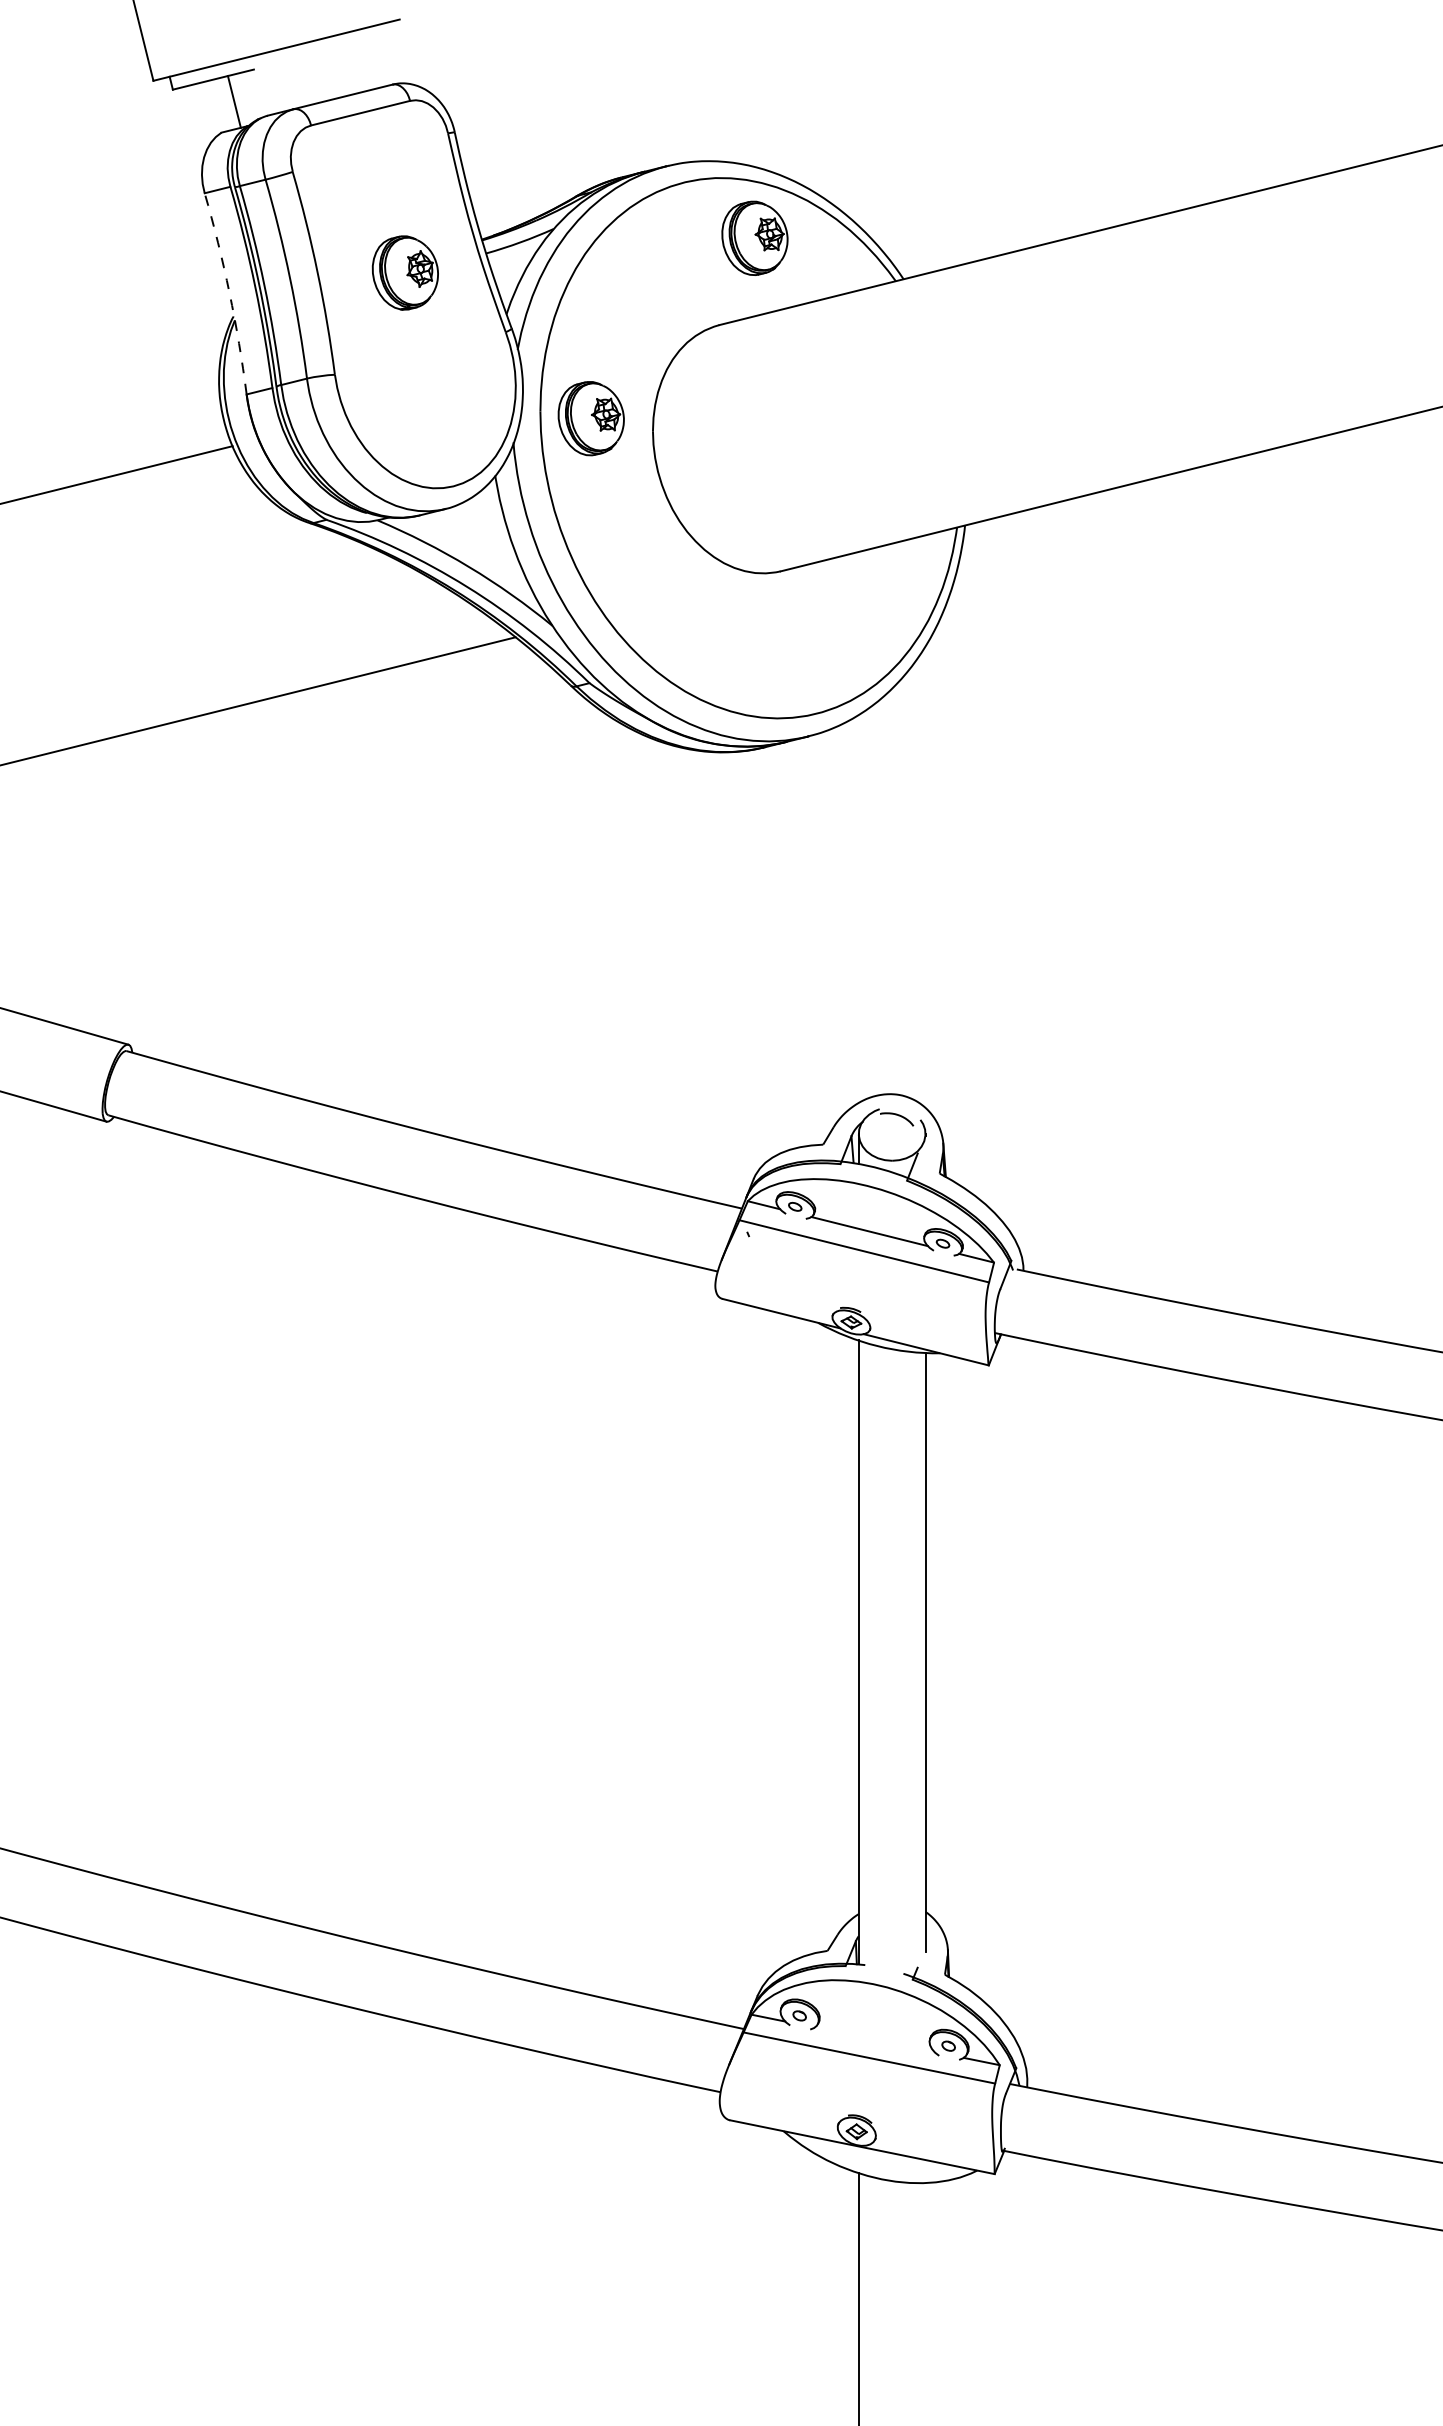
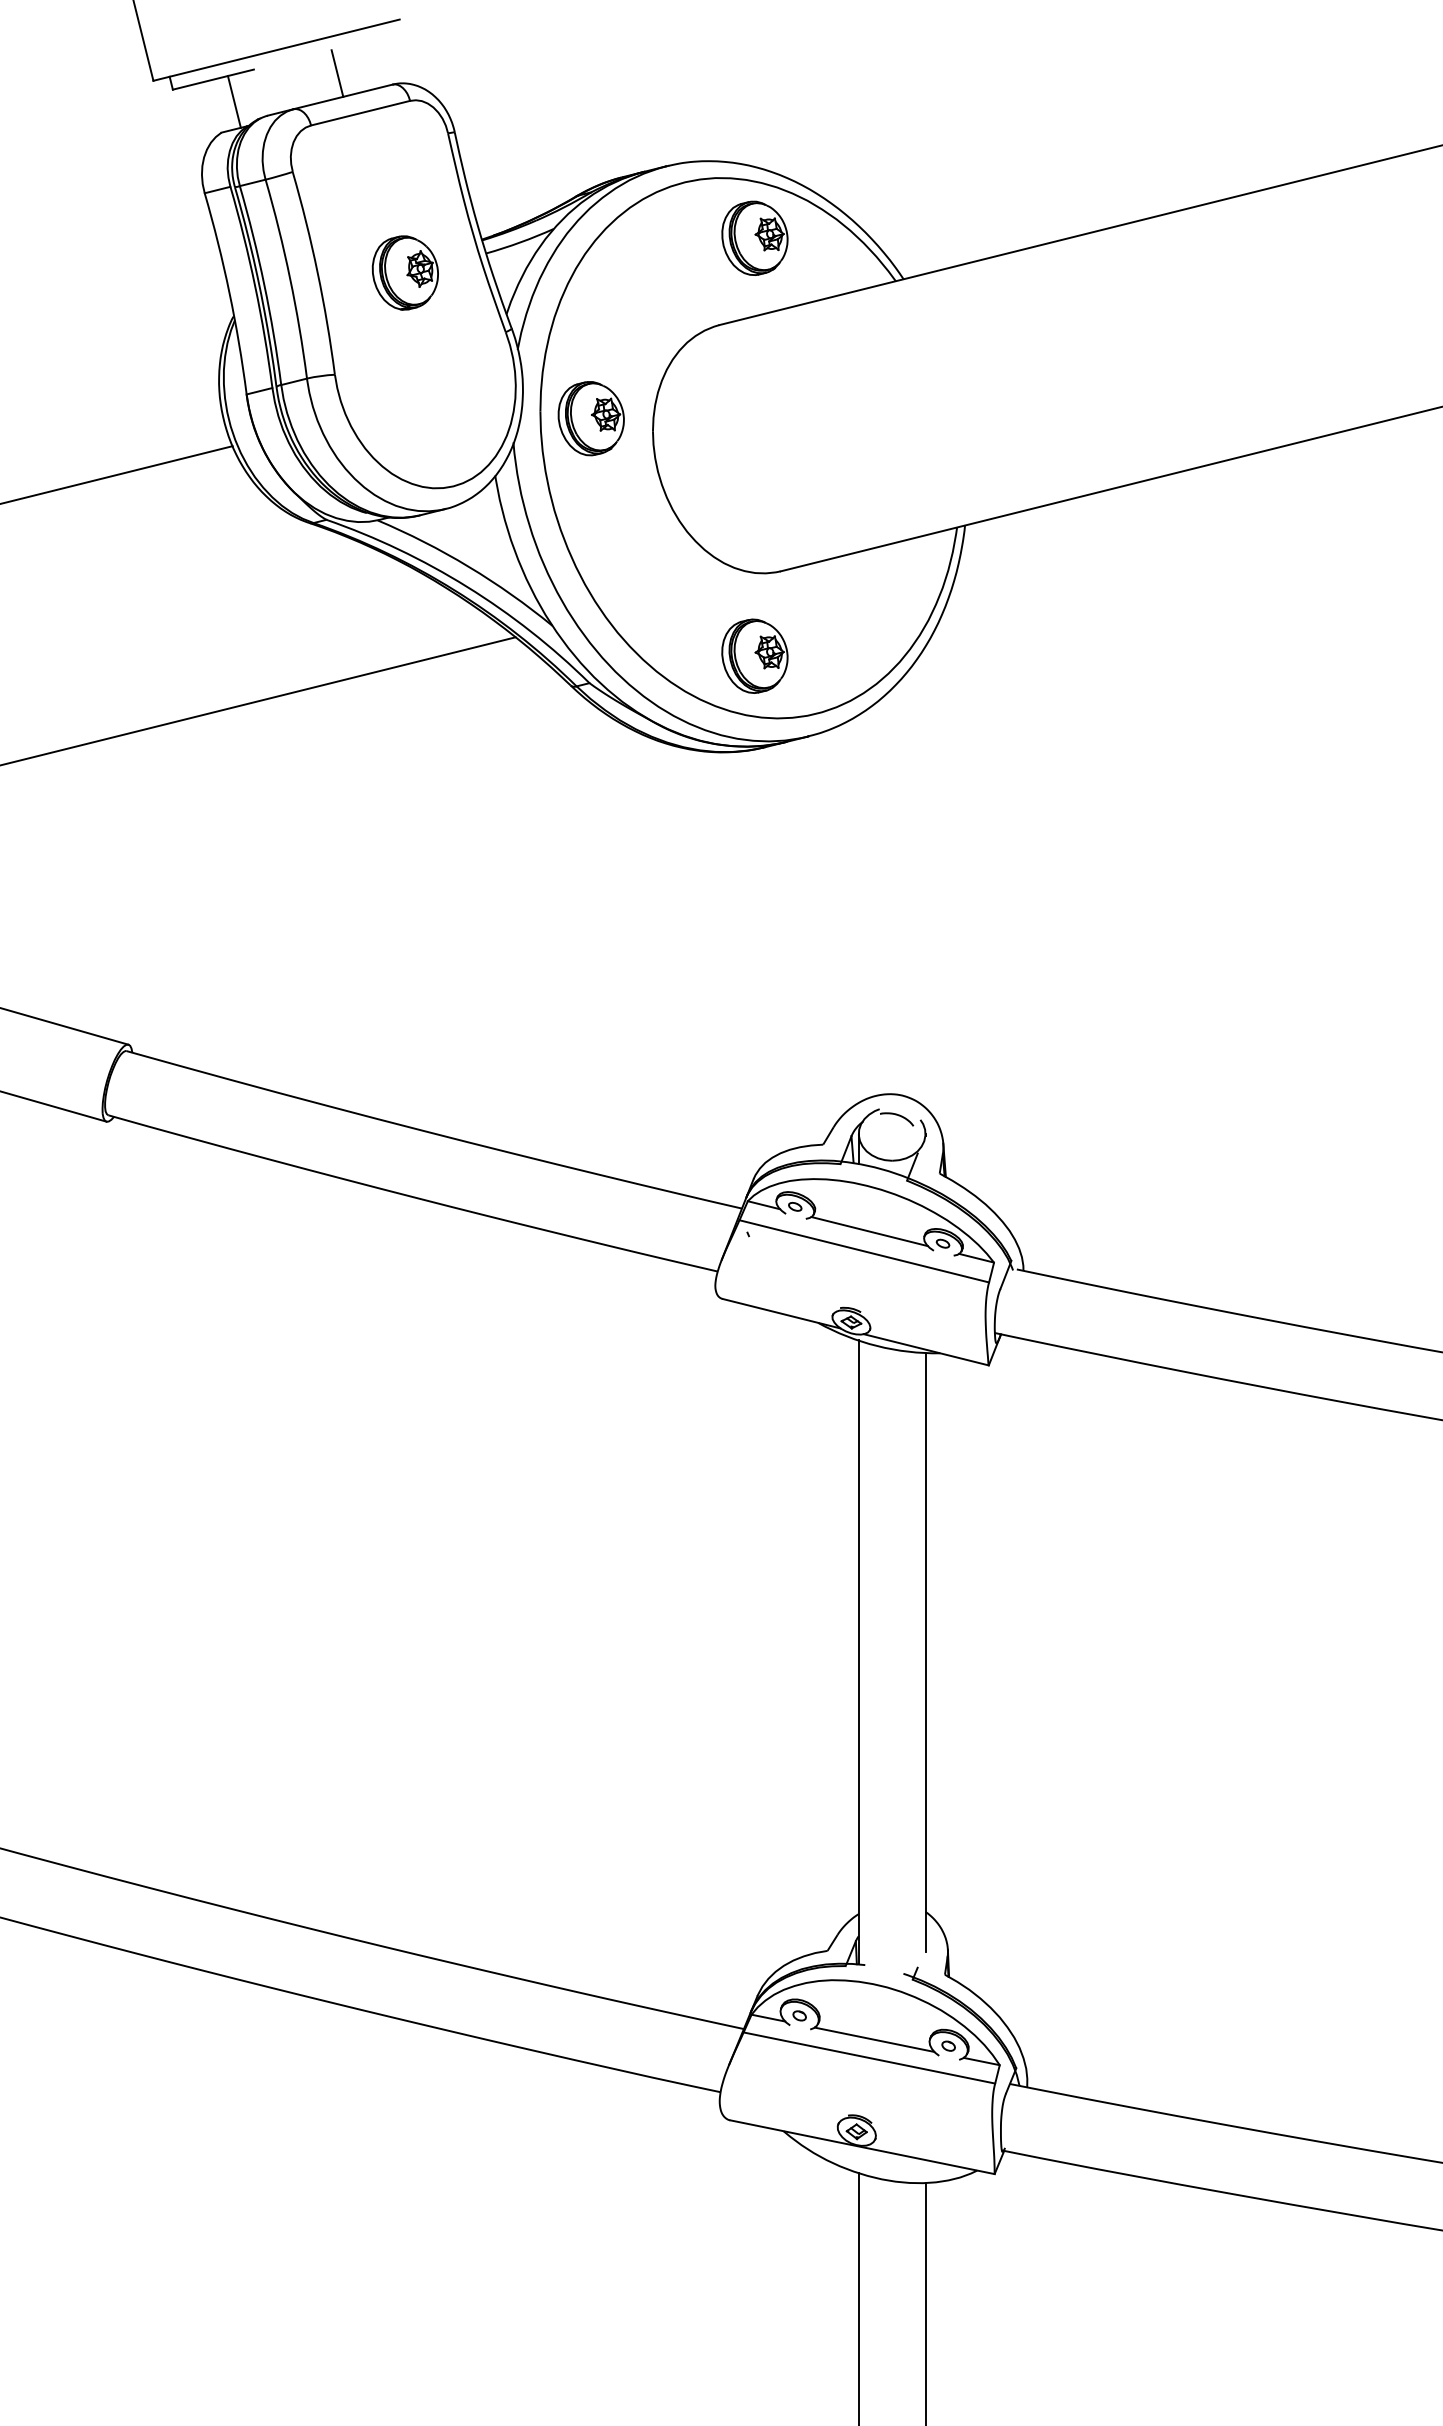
line at (337, 73): none -> present
arc at (229, 293): dashed -> solid
part at (754, 655): none -> present
line at (874, 2039): none -> present
line at (925, 2302): none -> present
